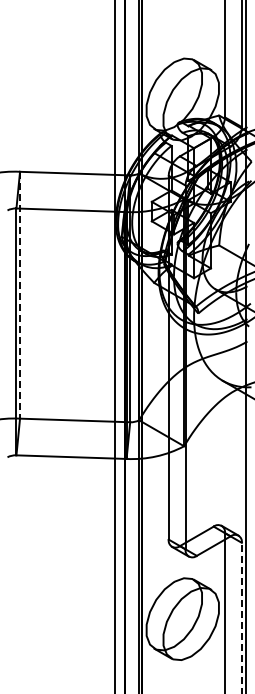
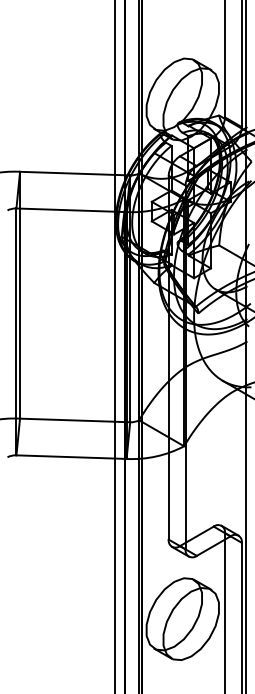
line at (20, 295): dashed -> solid
line at (241, 617): dashed -> solid
